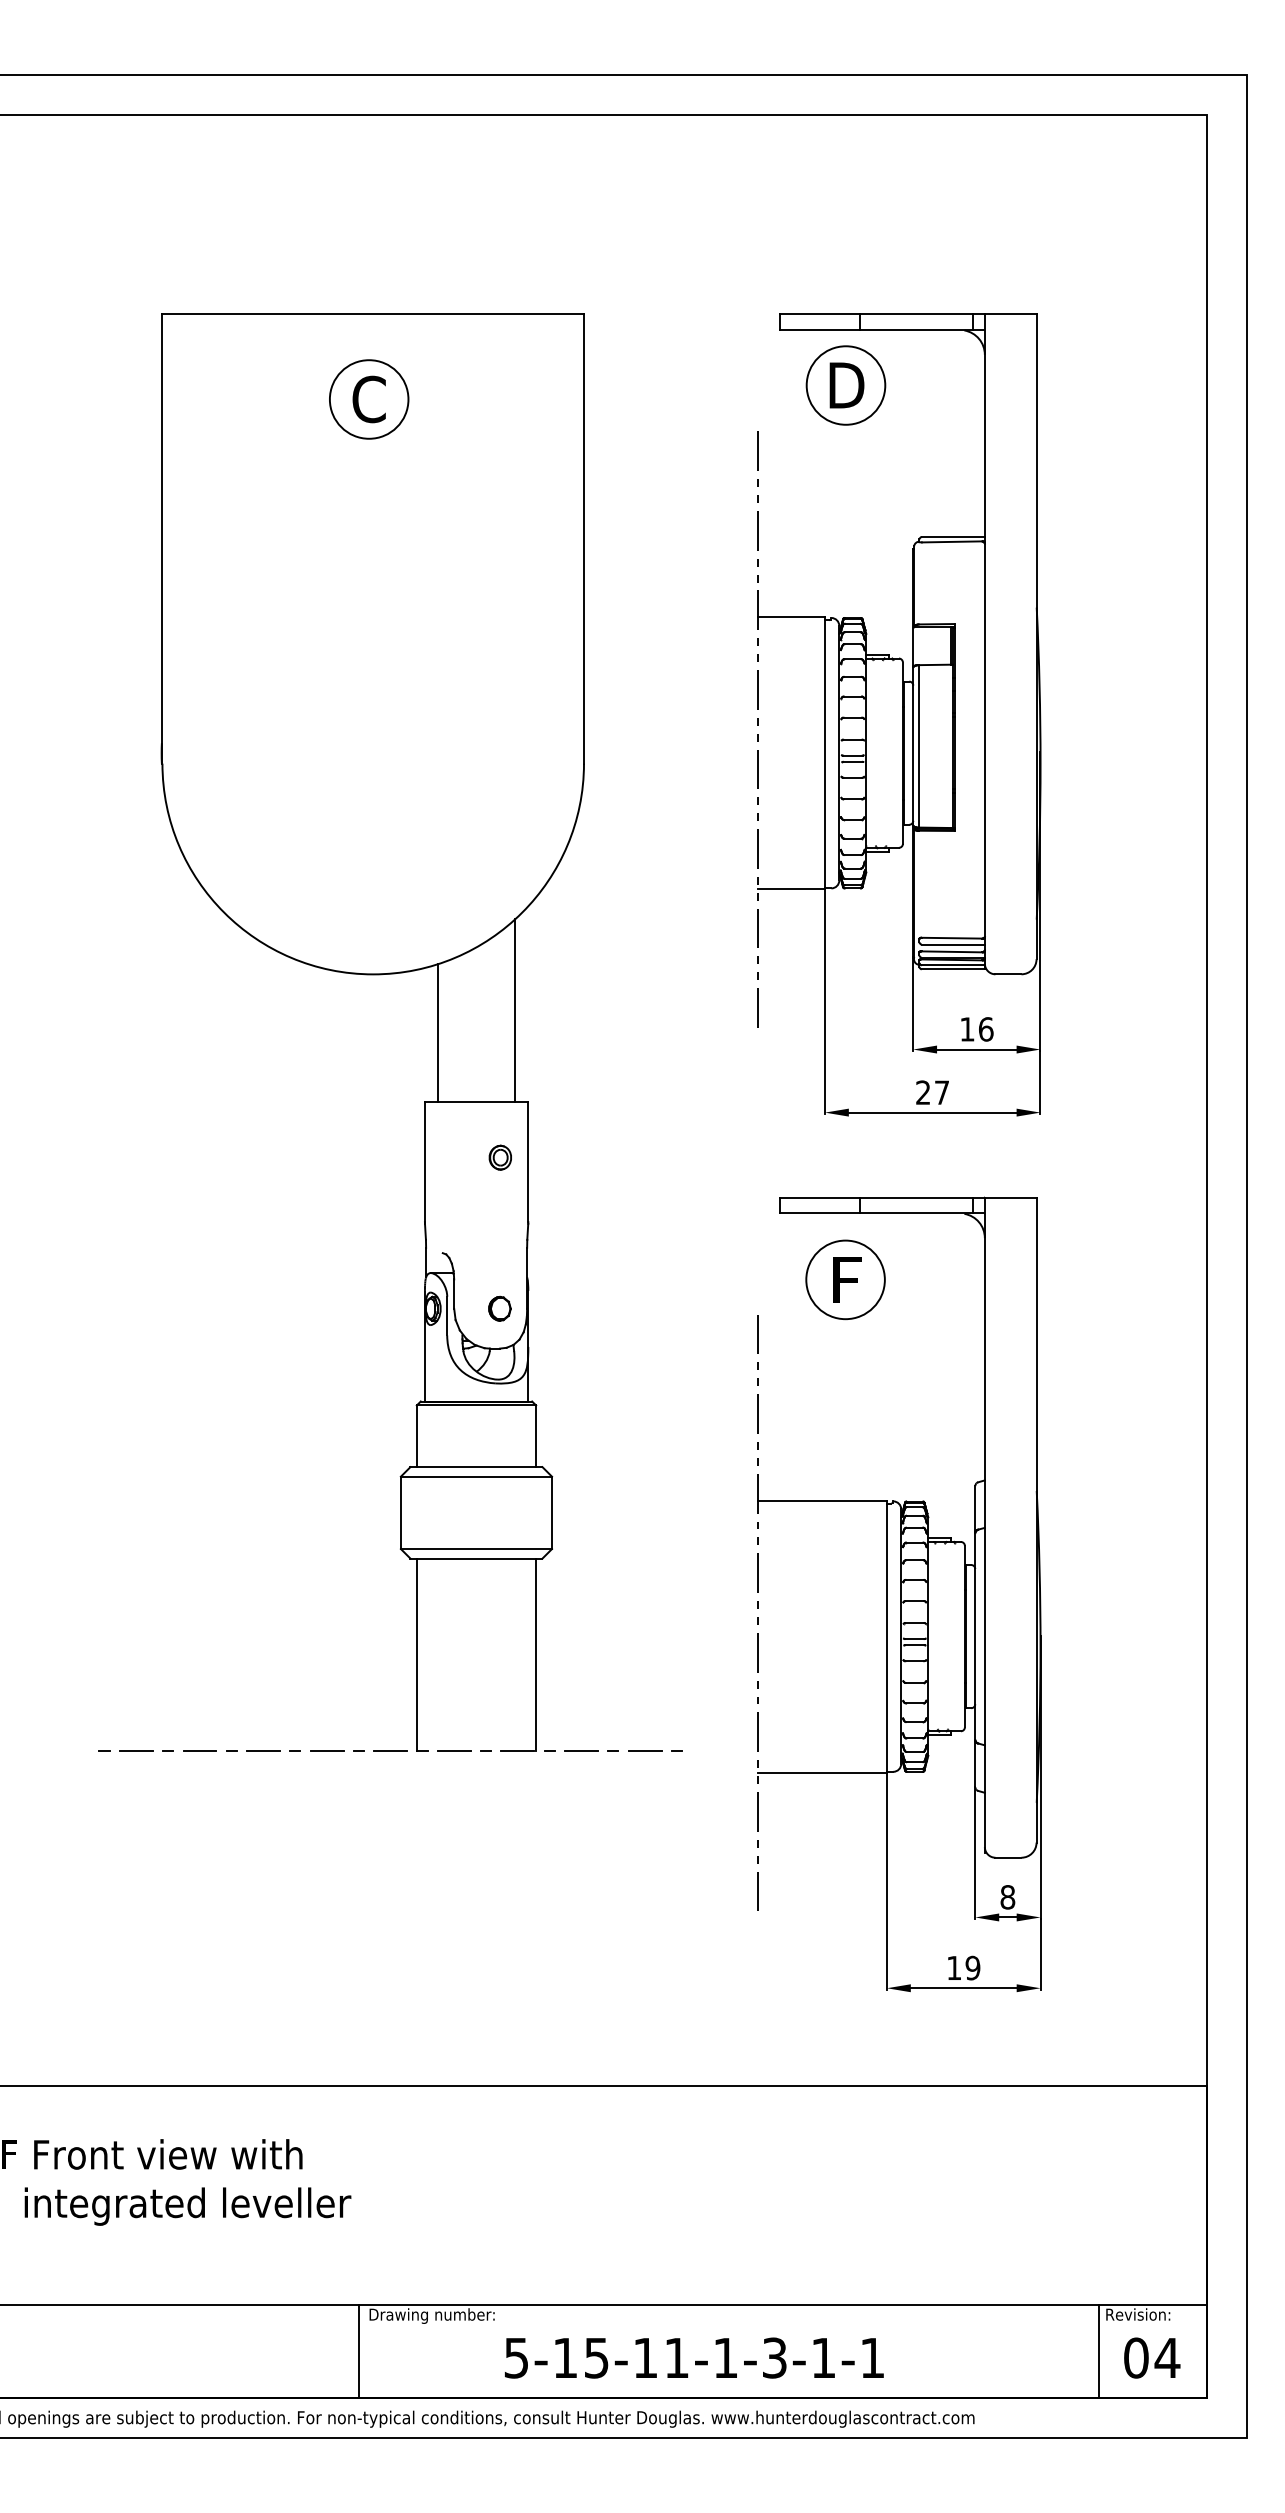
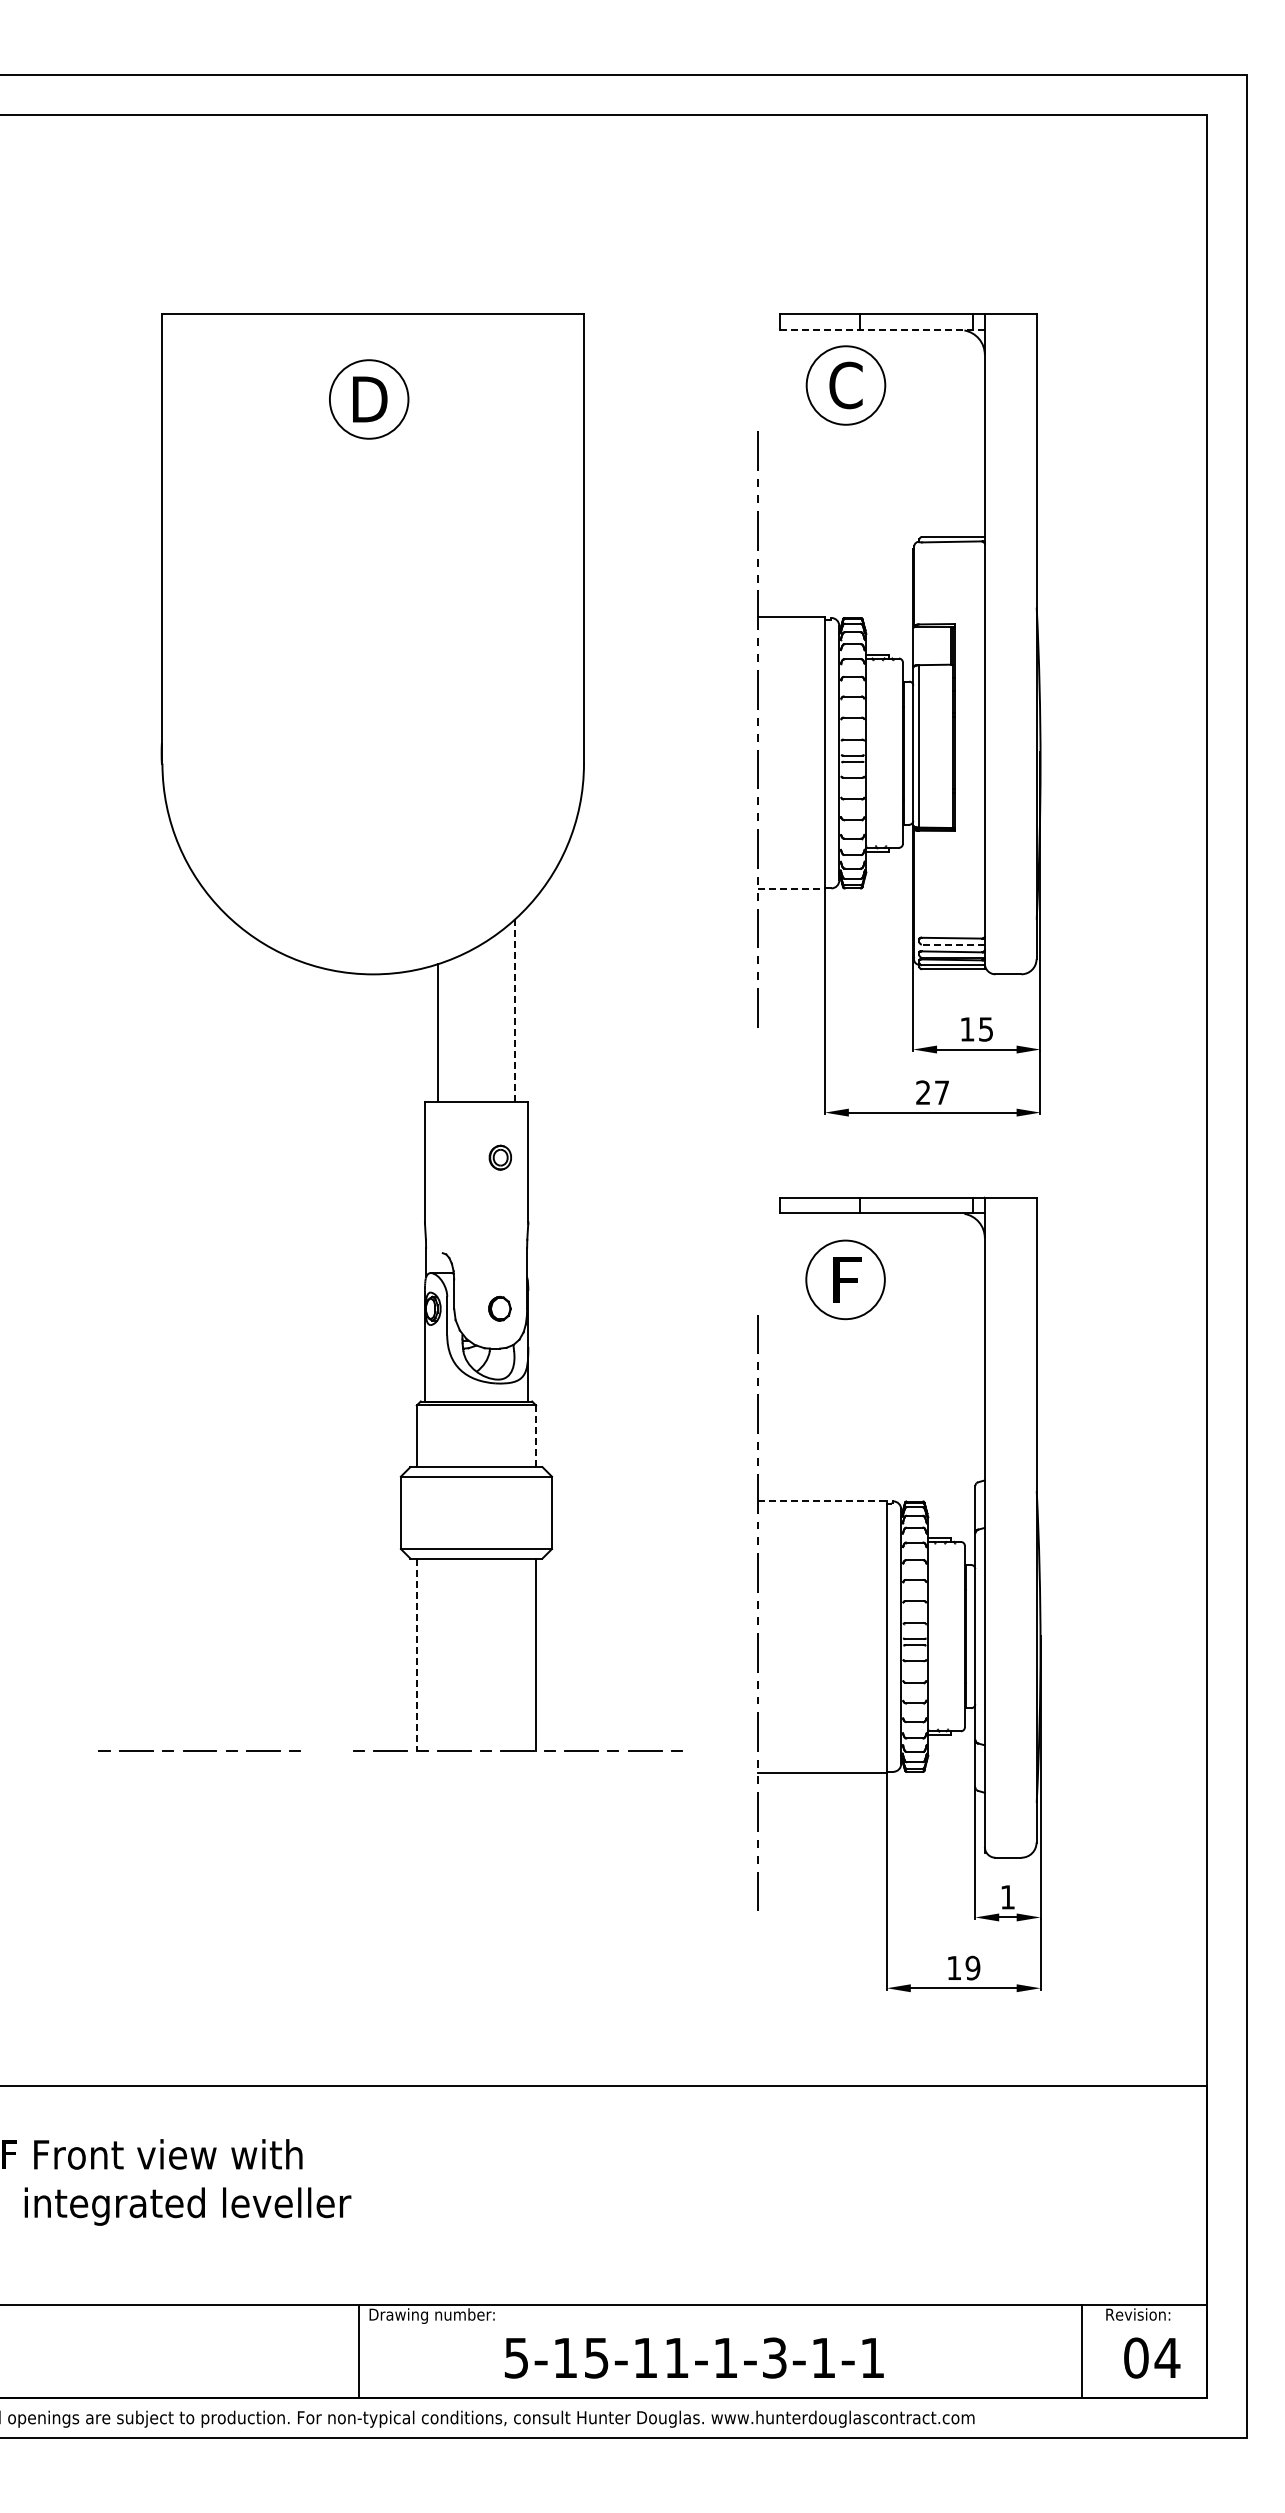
line at (882, 330): solid -> dashed
text at (846, 385): D -> C
text at (369, 399): C -> D
line at (792, 889): solid -> dashed
line at (952, 944): solid -> dashed
line at (515, 1010): solid -> dashed
text at (986, 1029): 16 -> 15
line at (536, 1436): solid -> dashed
line at (823, 1500): solid -> dashed
line at (416, 1655): solid -> dashed
line at (326, 1751): present -> none
text at (1007, 1897): 8 -> 1
line at (1099, 2350) position: (1099, 2350) -> (1082, 2350)
